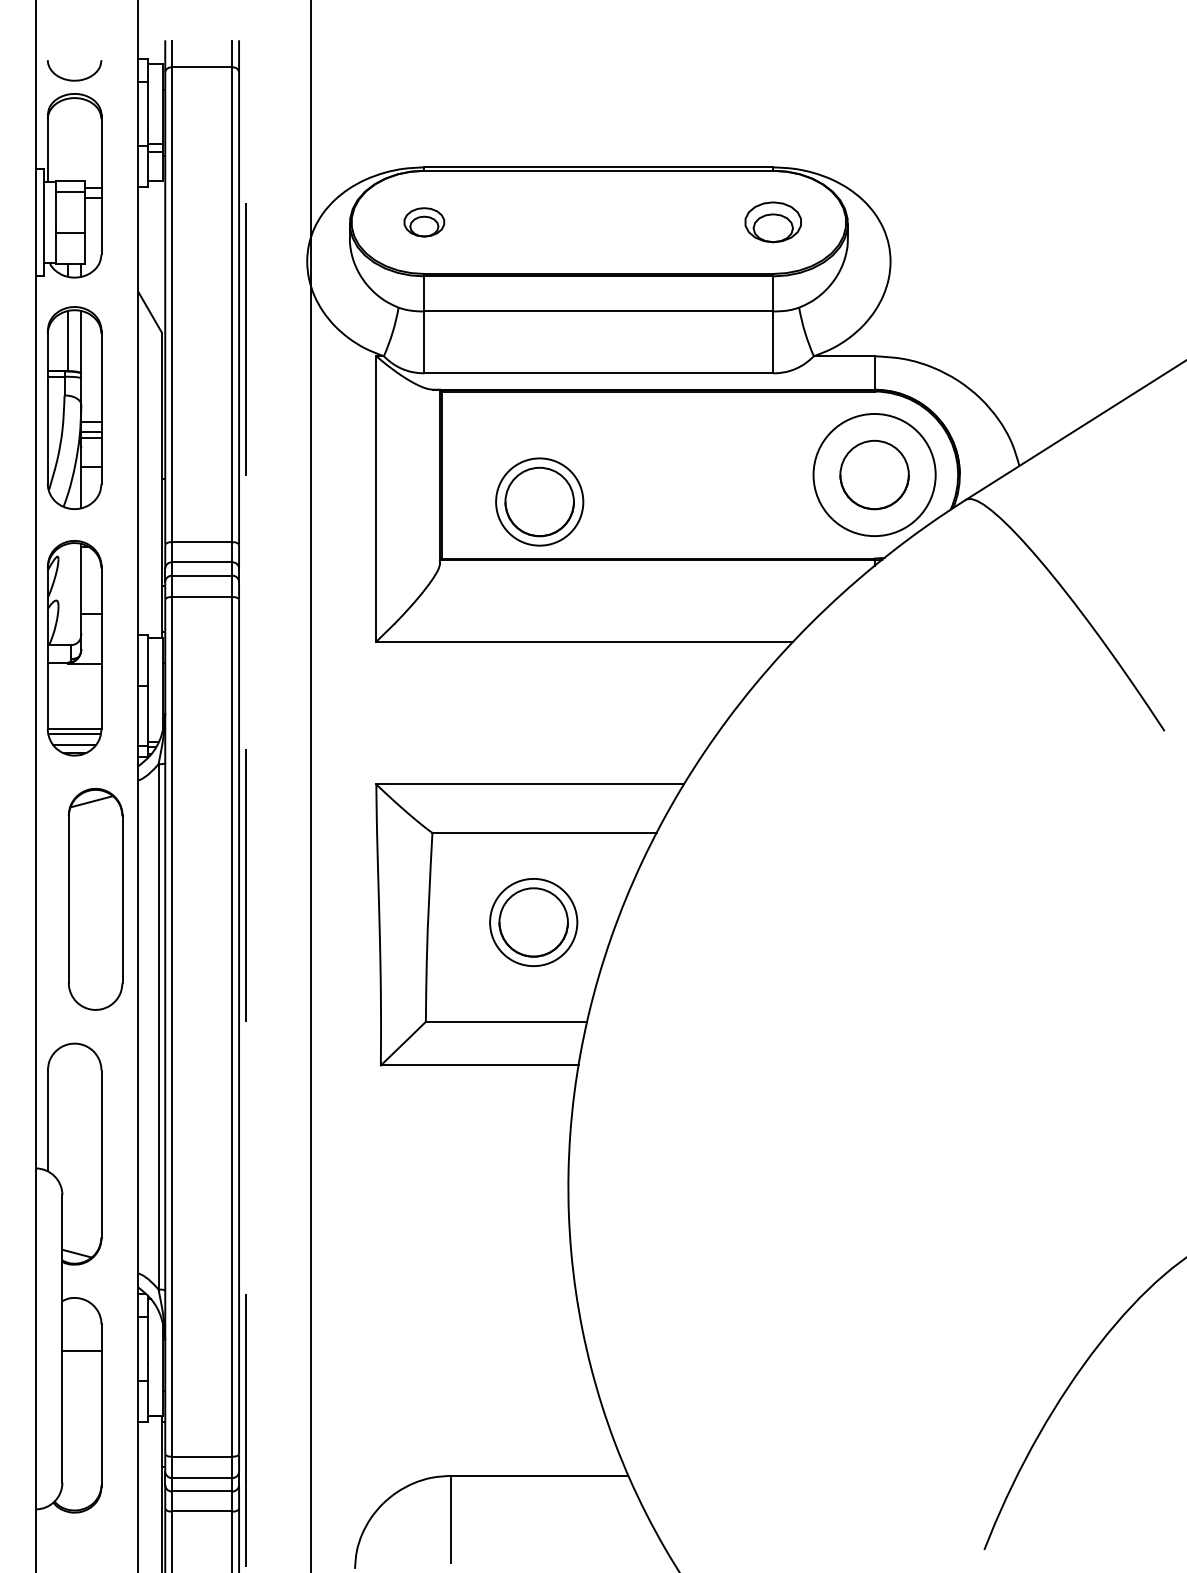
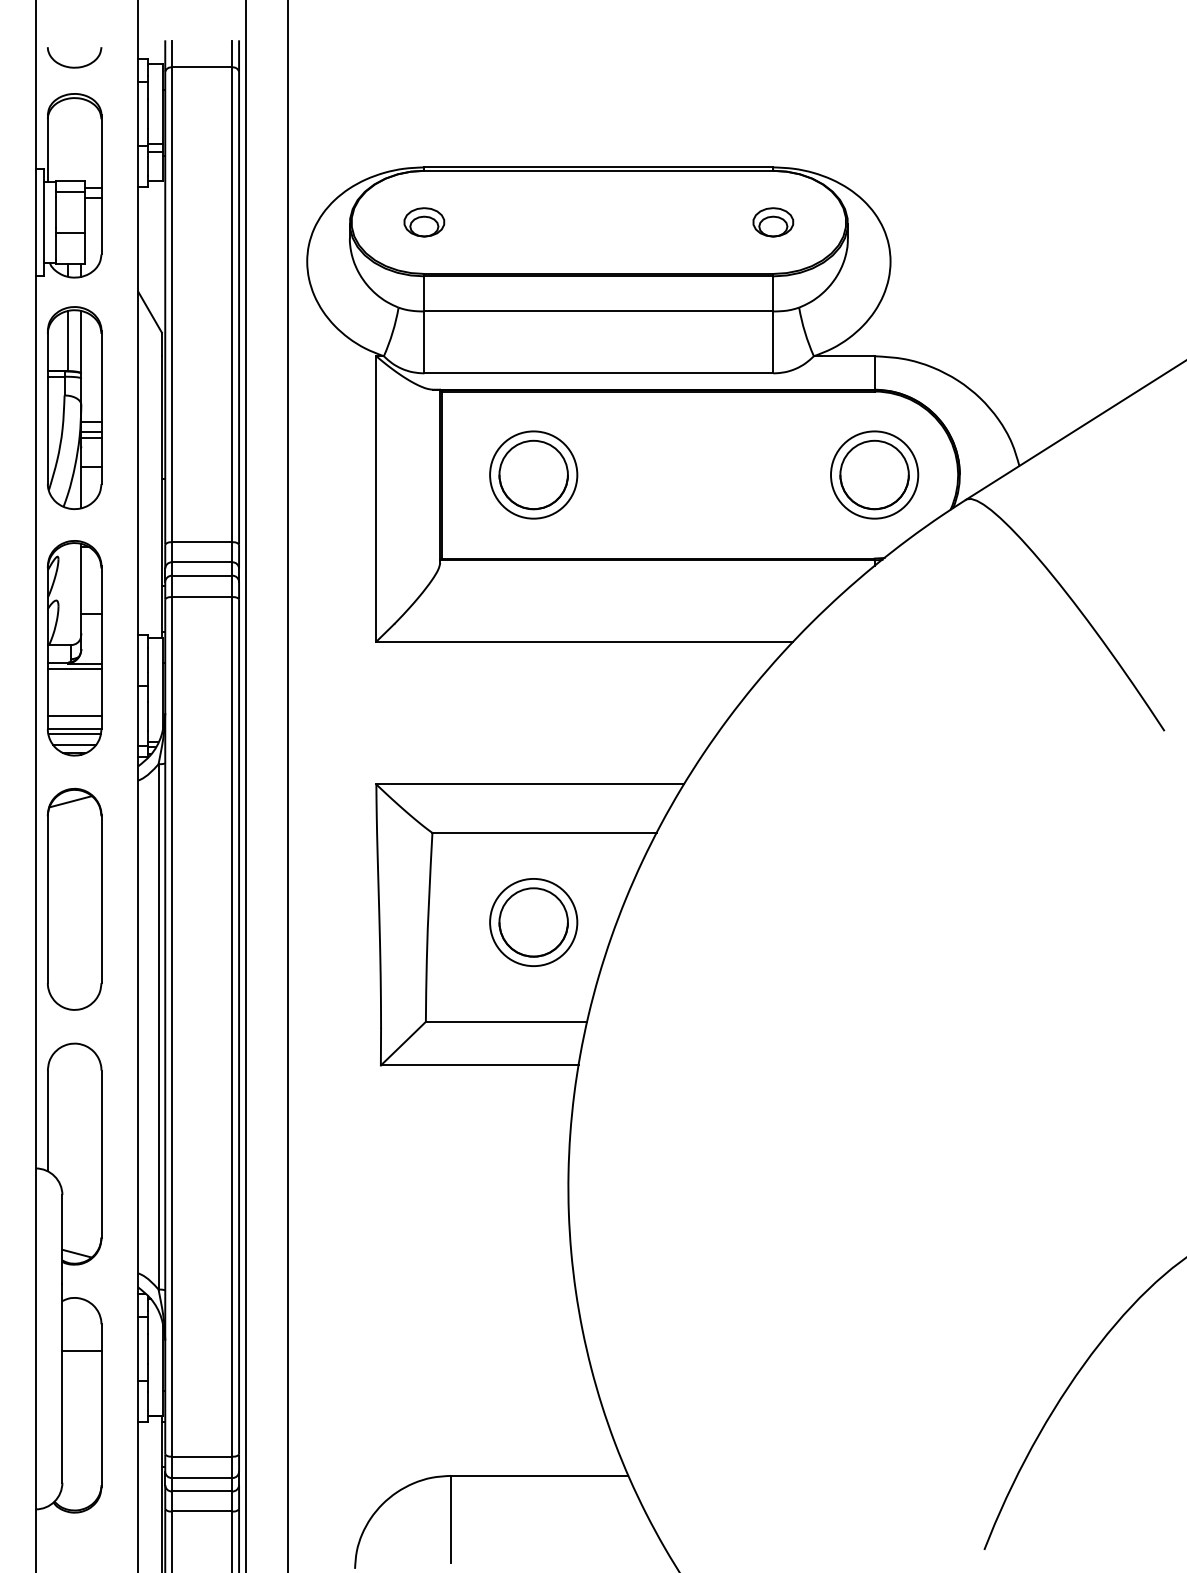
curve at (74, 79) position: (74, 79) -> (74, 66)
part at (772, 222) size: 58x43 px -> 43x31 px
circle at (874, 474) diameter: 122 px -> 87 px
part at (539, 501) position: (539, 501) -> (533, 474)
line at (74, 669): none -> present
line at (74, 716): none -> present
line at (311, 785) position: (311, 785) -> (288, 785)
line at (245, 786): dashed -> solid
part at (95, 898) position: (95, 898) -> (74, 898)
